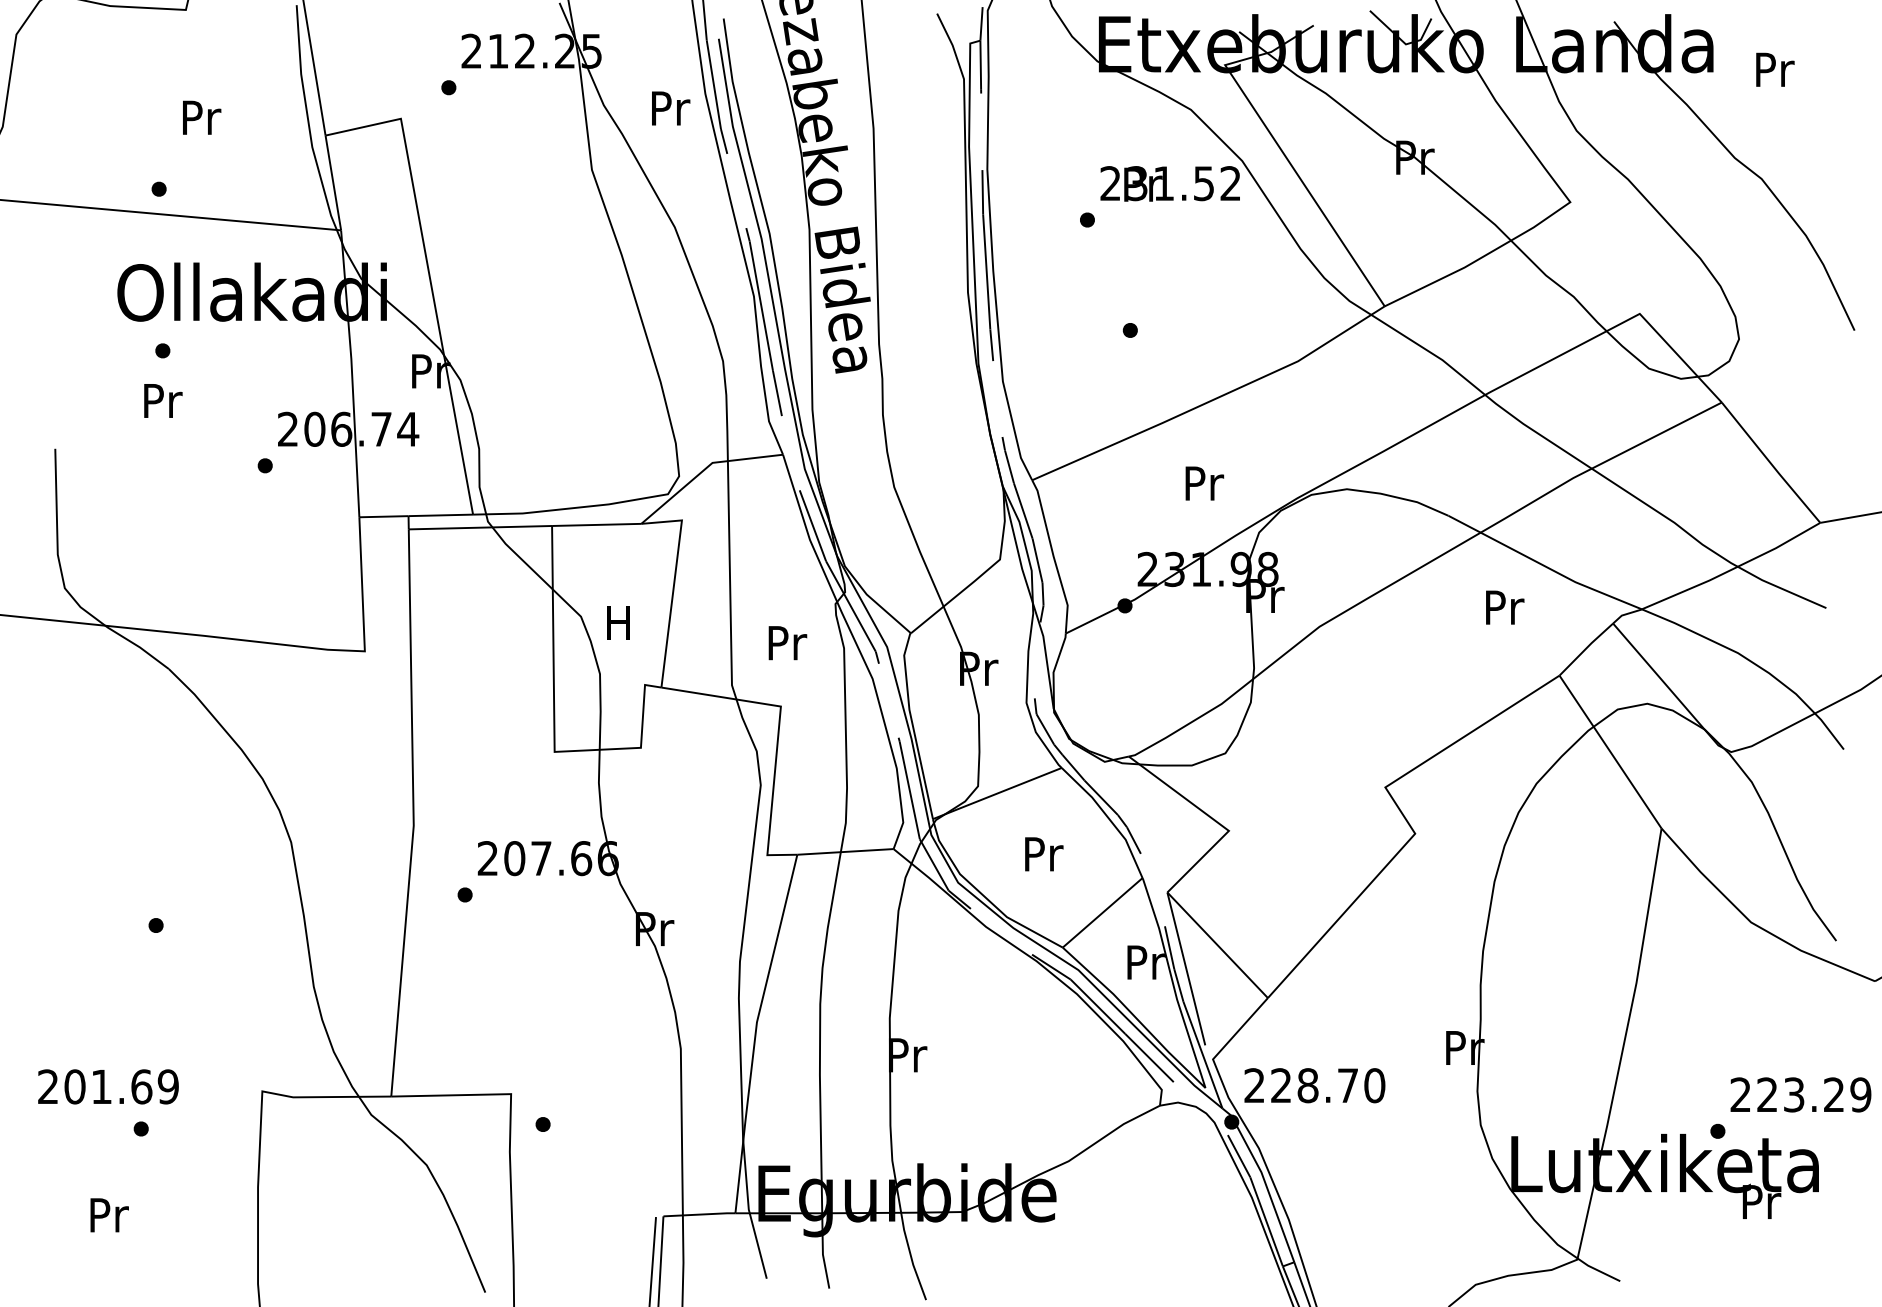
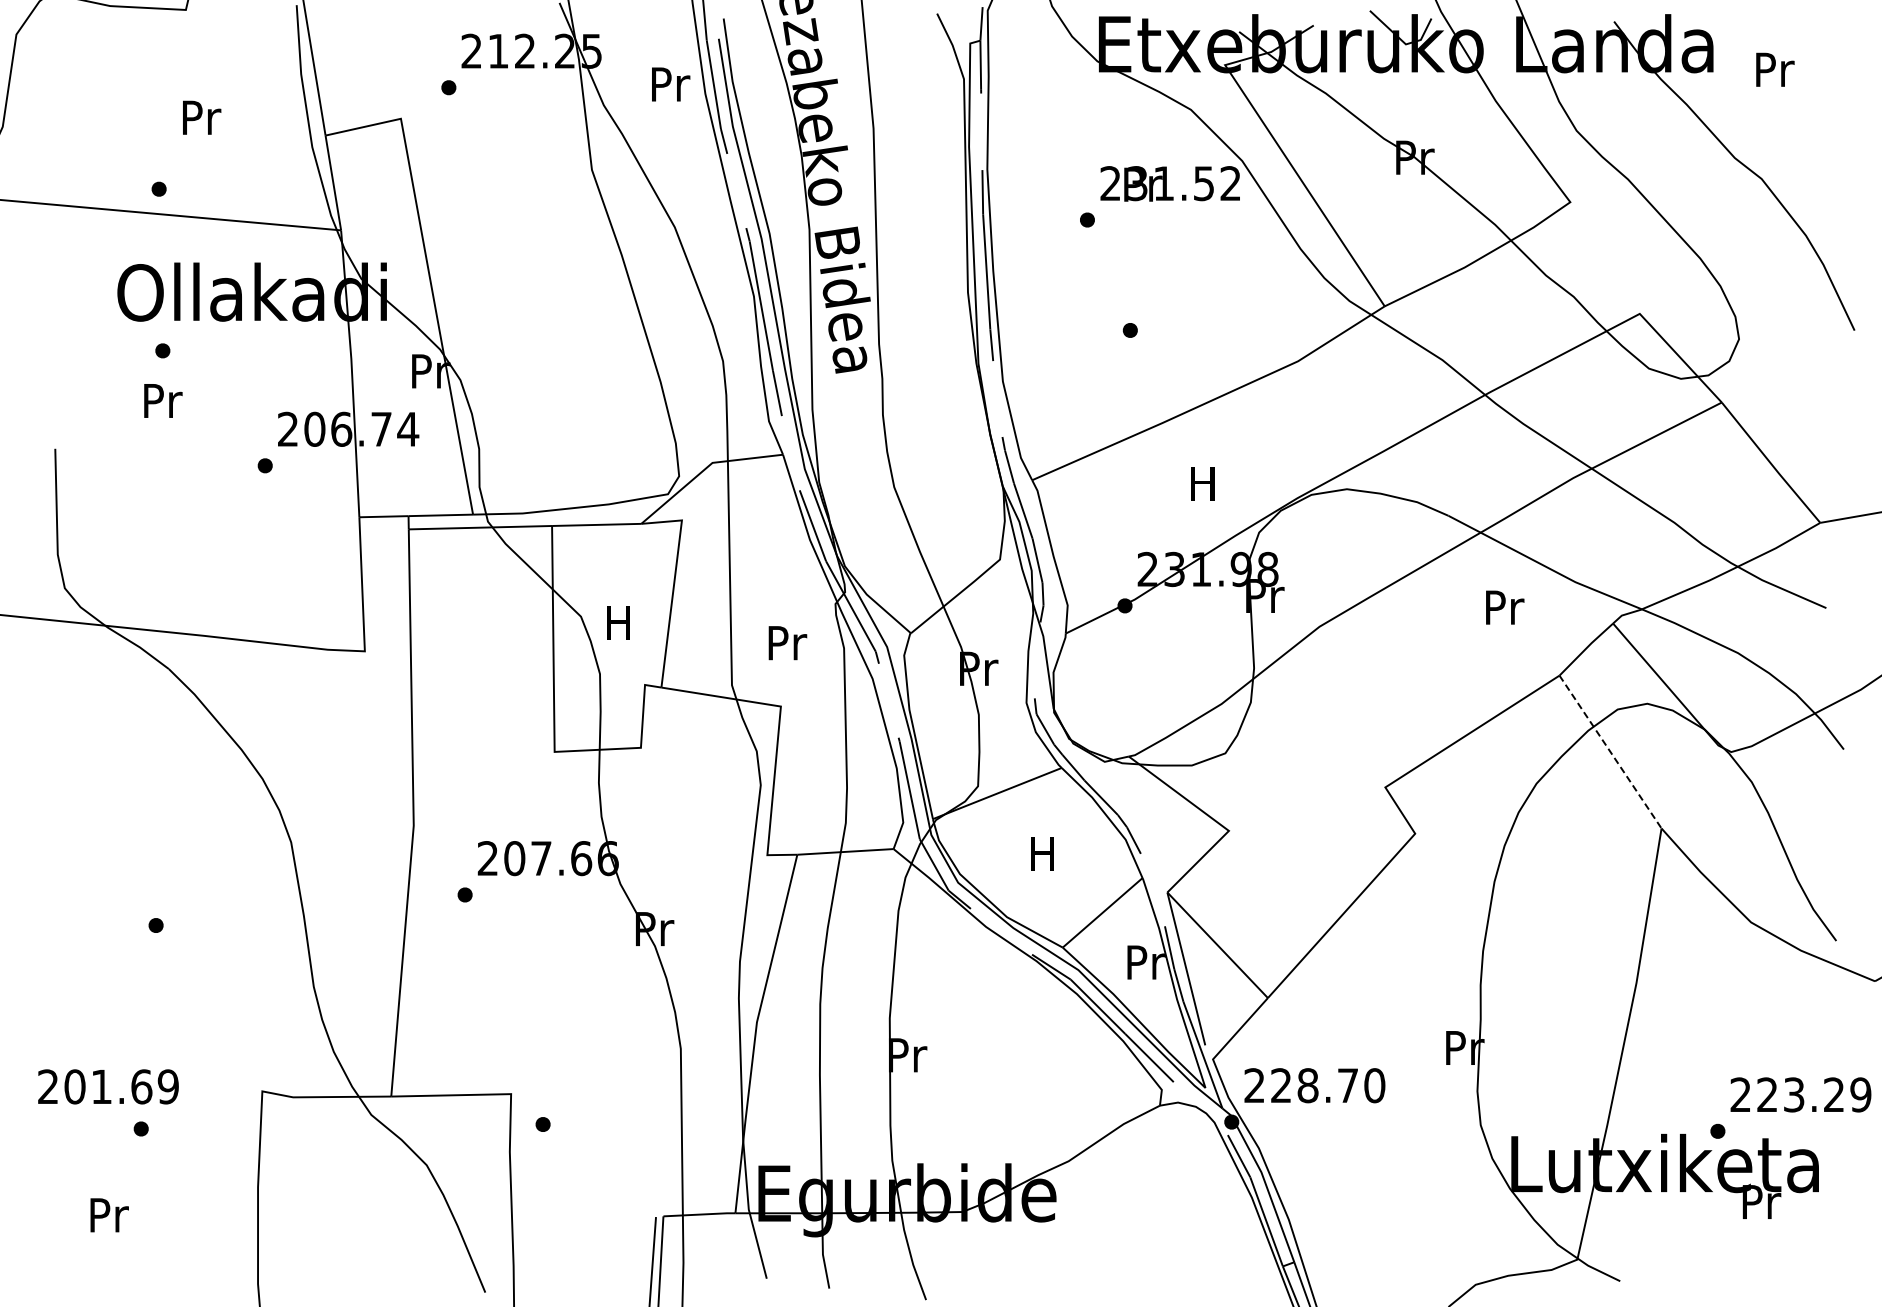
text at (671, 108) position: (671, 108) -> (671, 84)
text at (1204, 483): Pr -> H
line at (1610, 752): solid -> dashed
text at (1044, 854): Pr -> H
